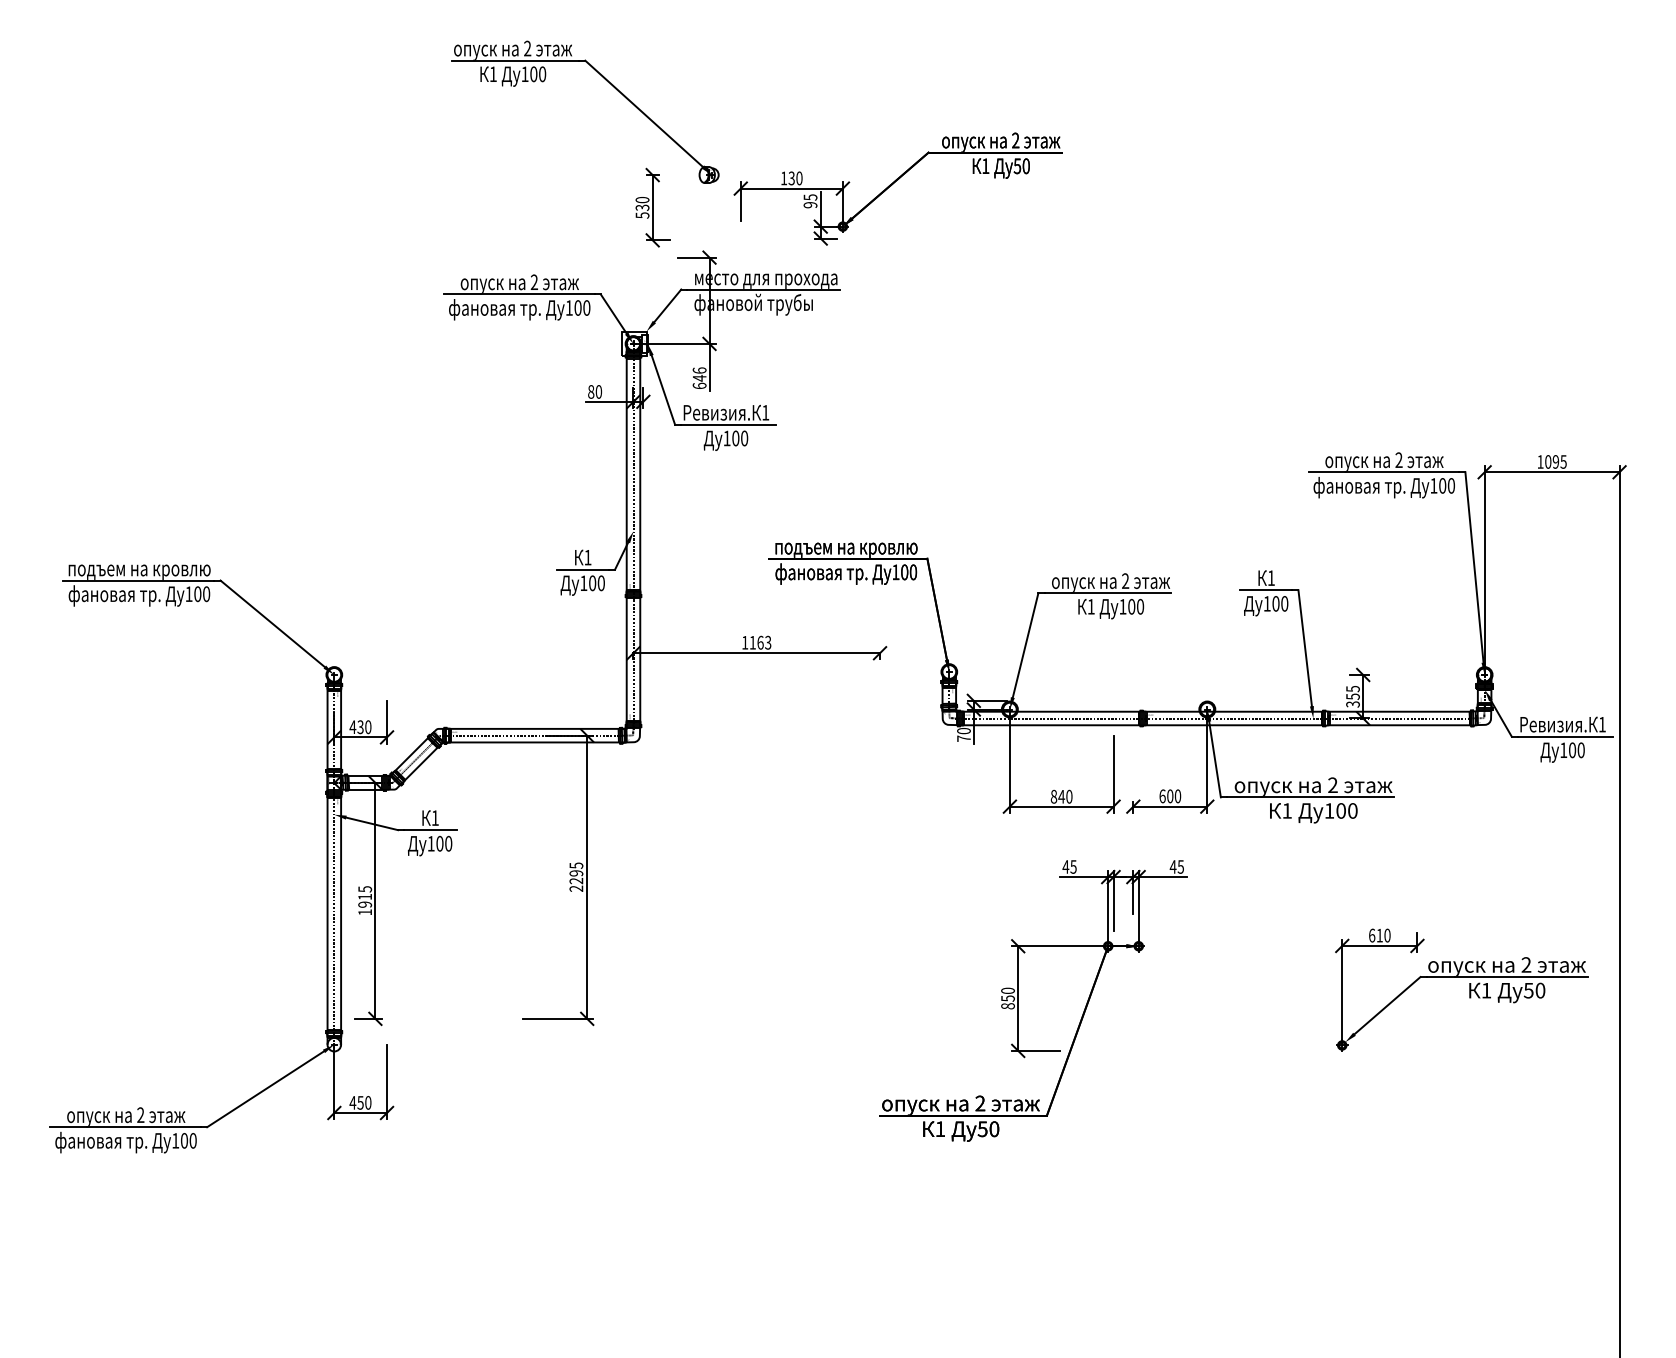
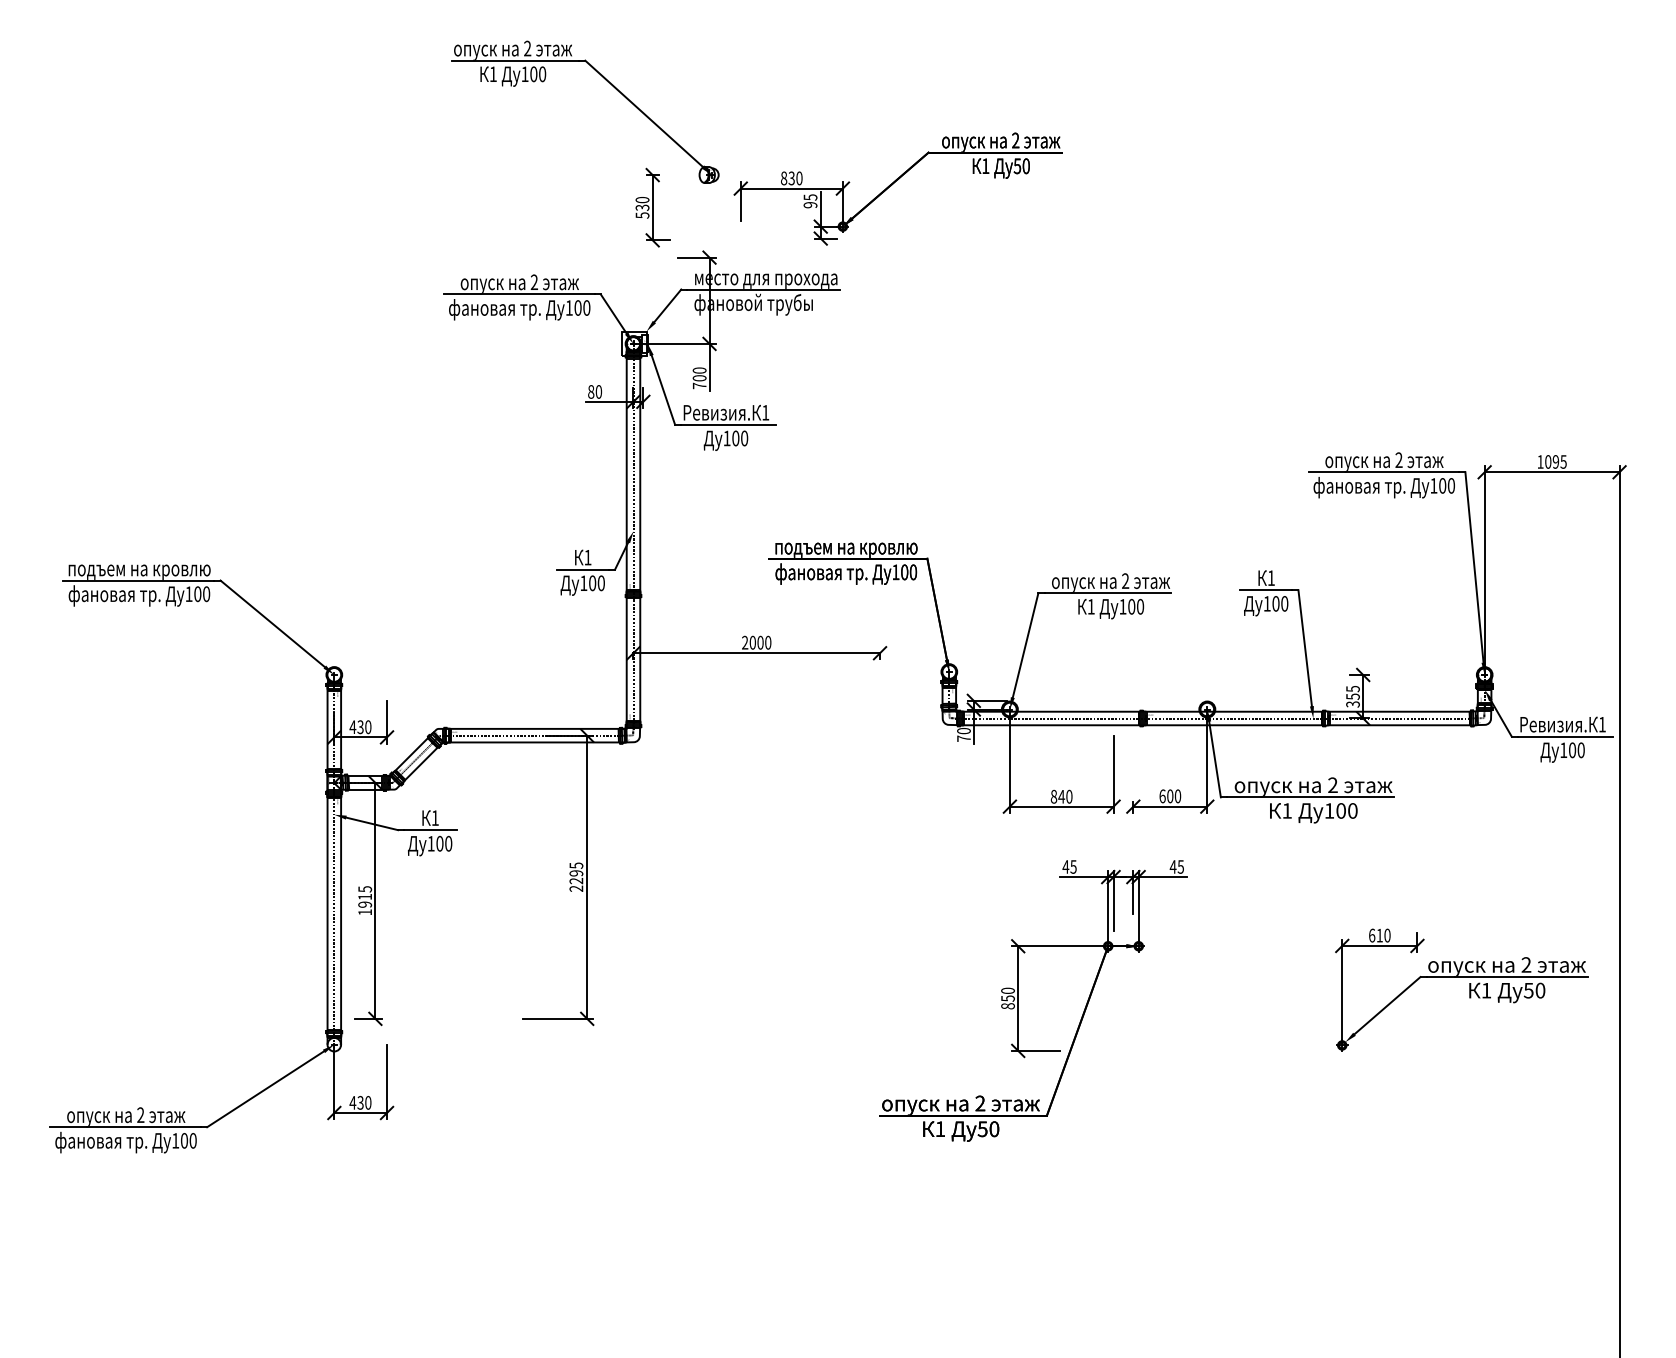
text at (784, 178): 130 -> 830
text at (699, 378): 646 -> 700
text at (756, 642): 1163 -> 2000
text at (360, 1101): 450 -> 430
